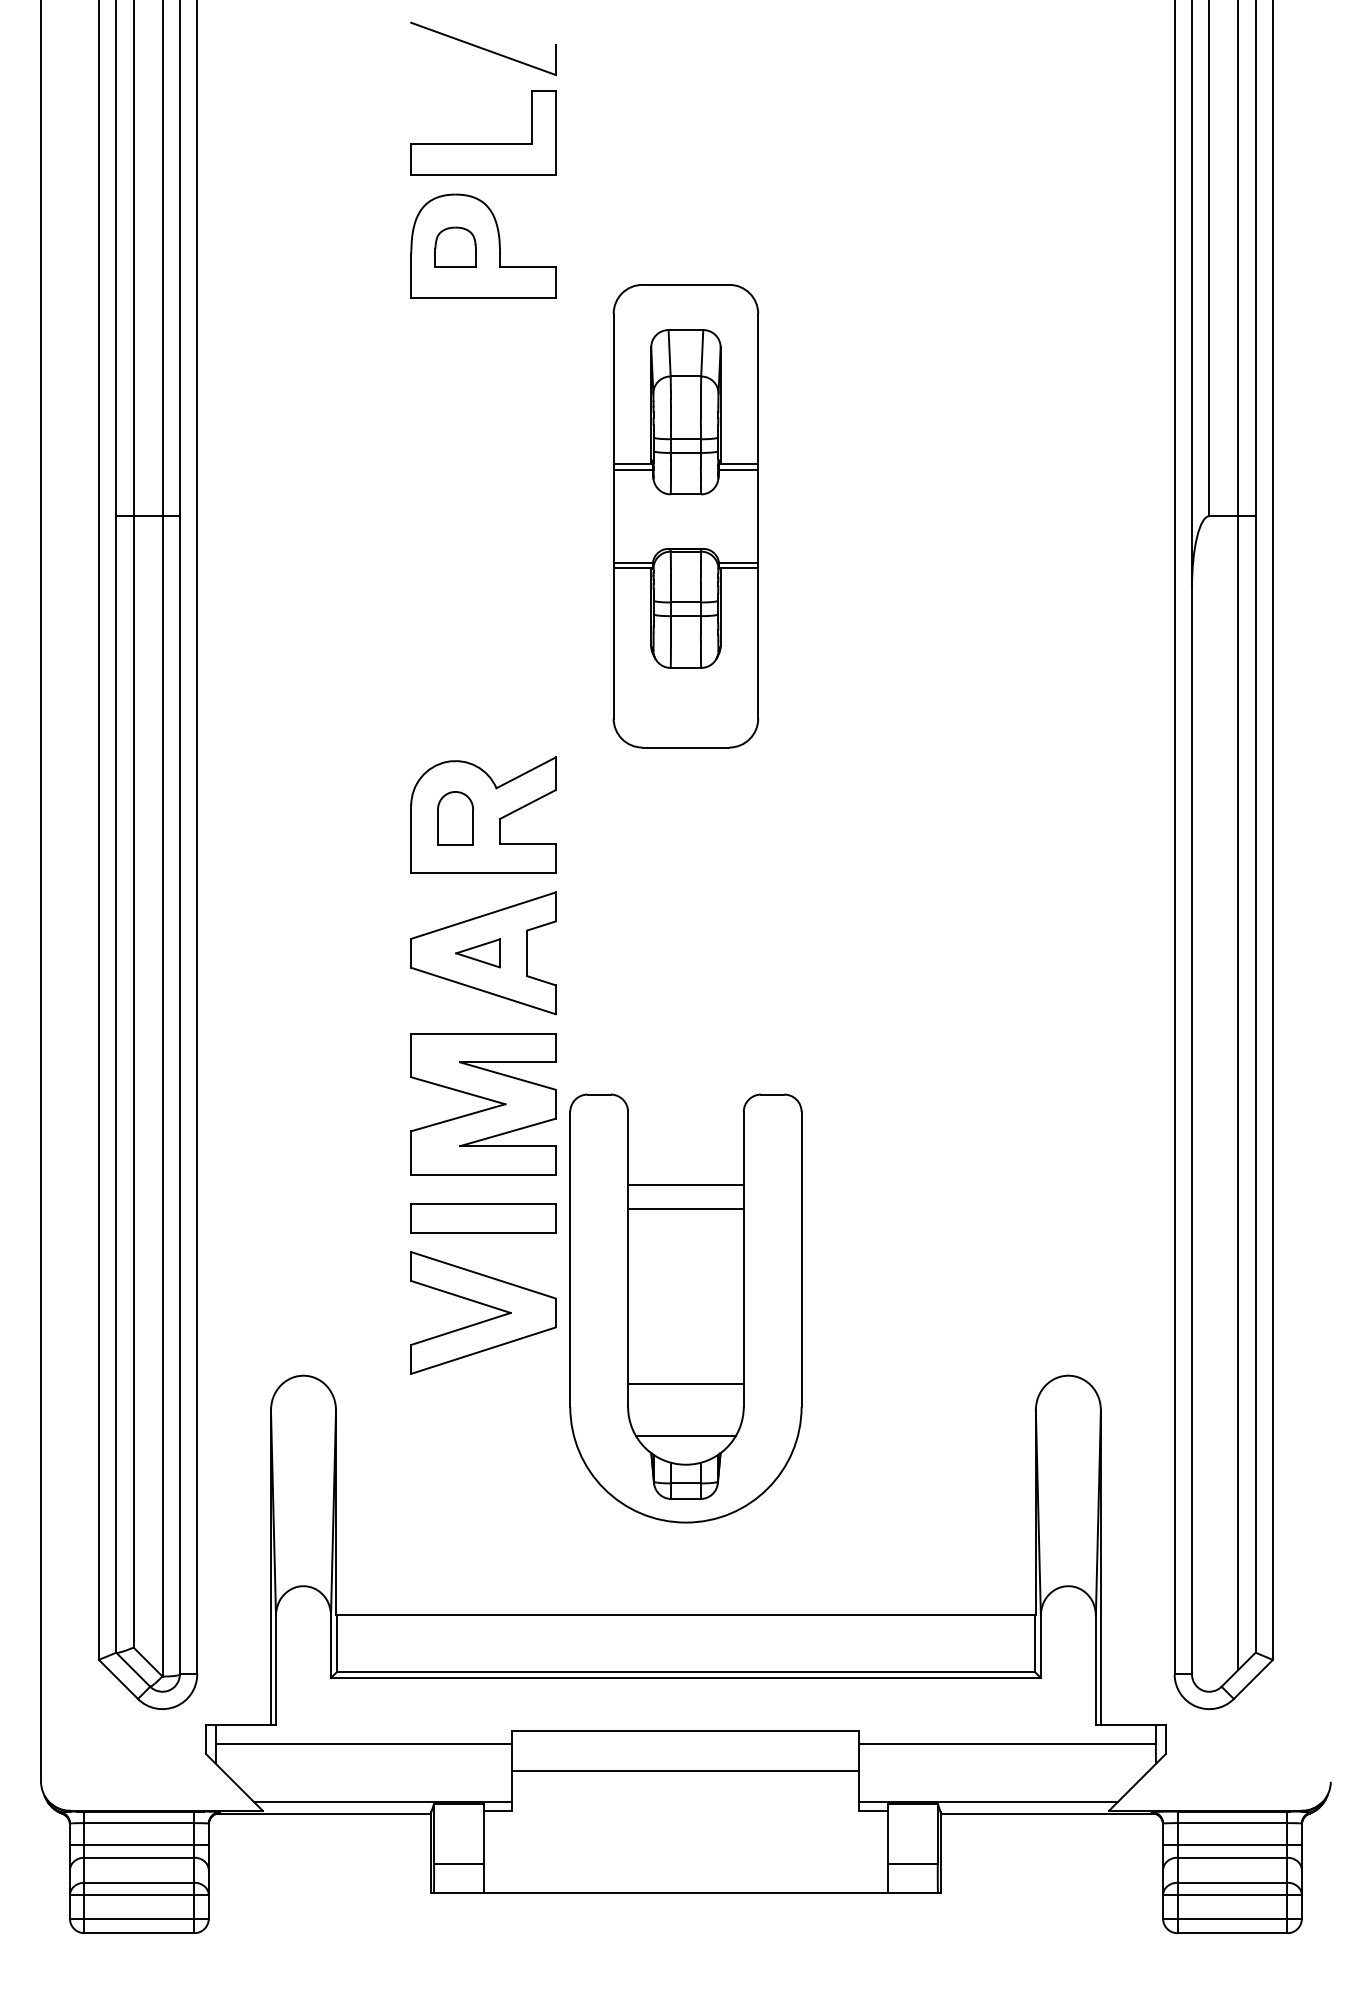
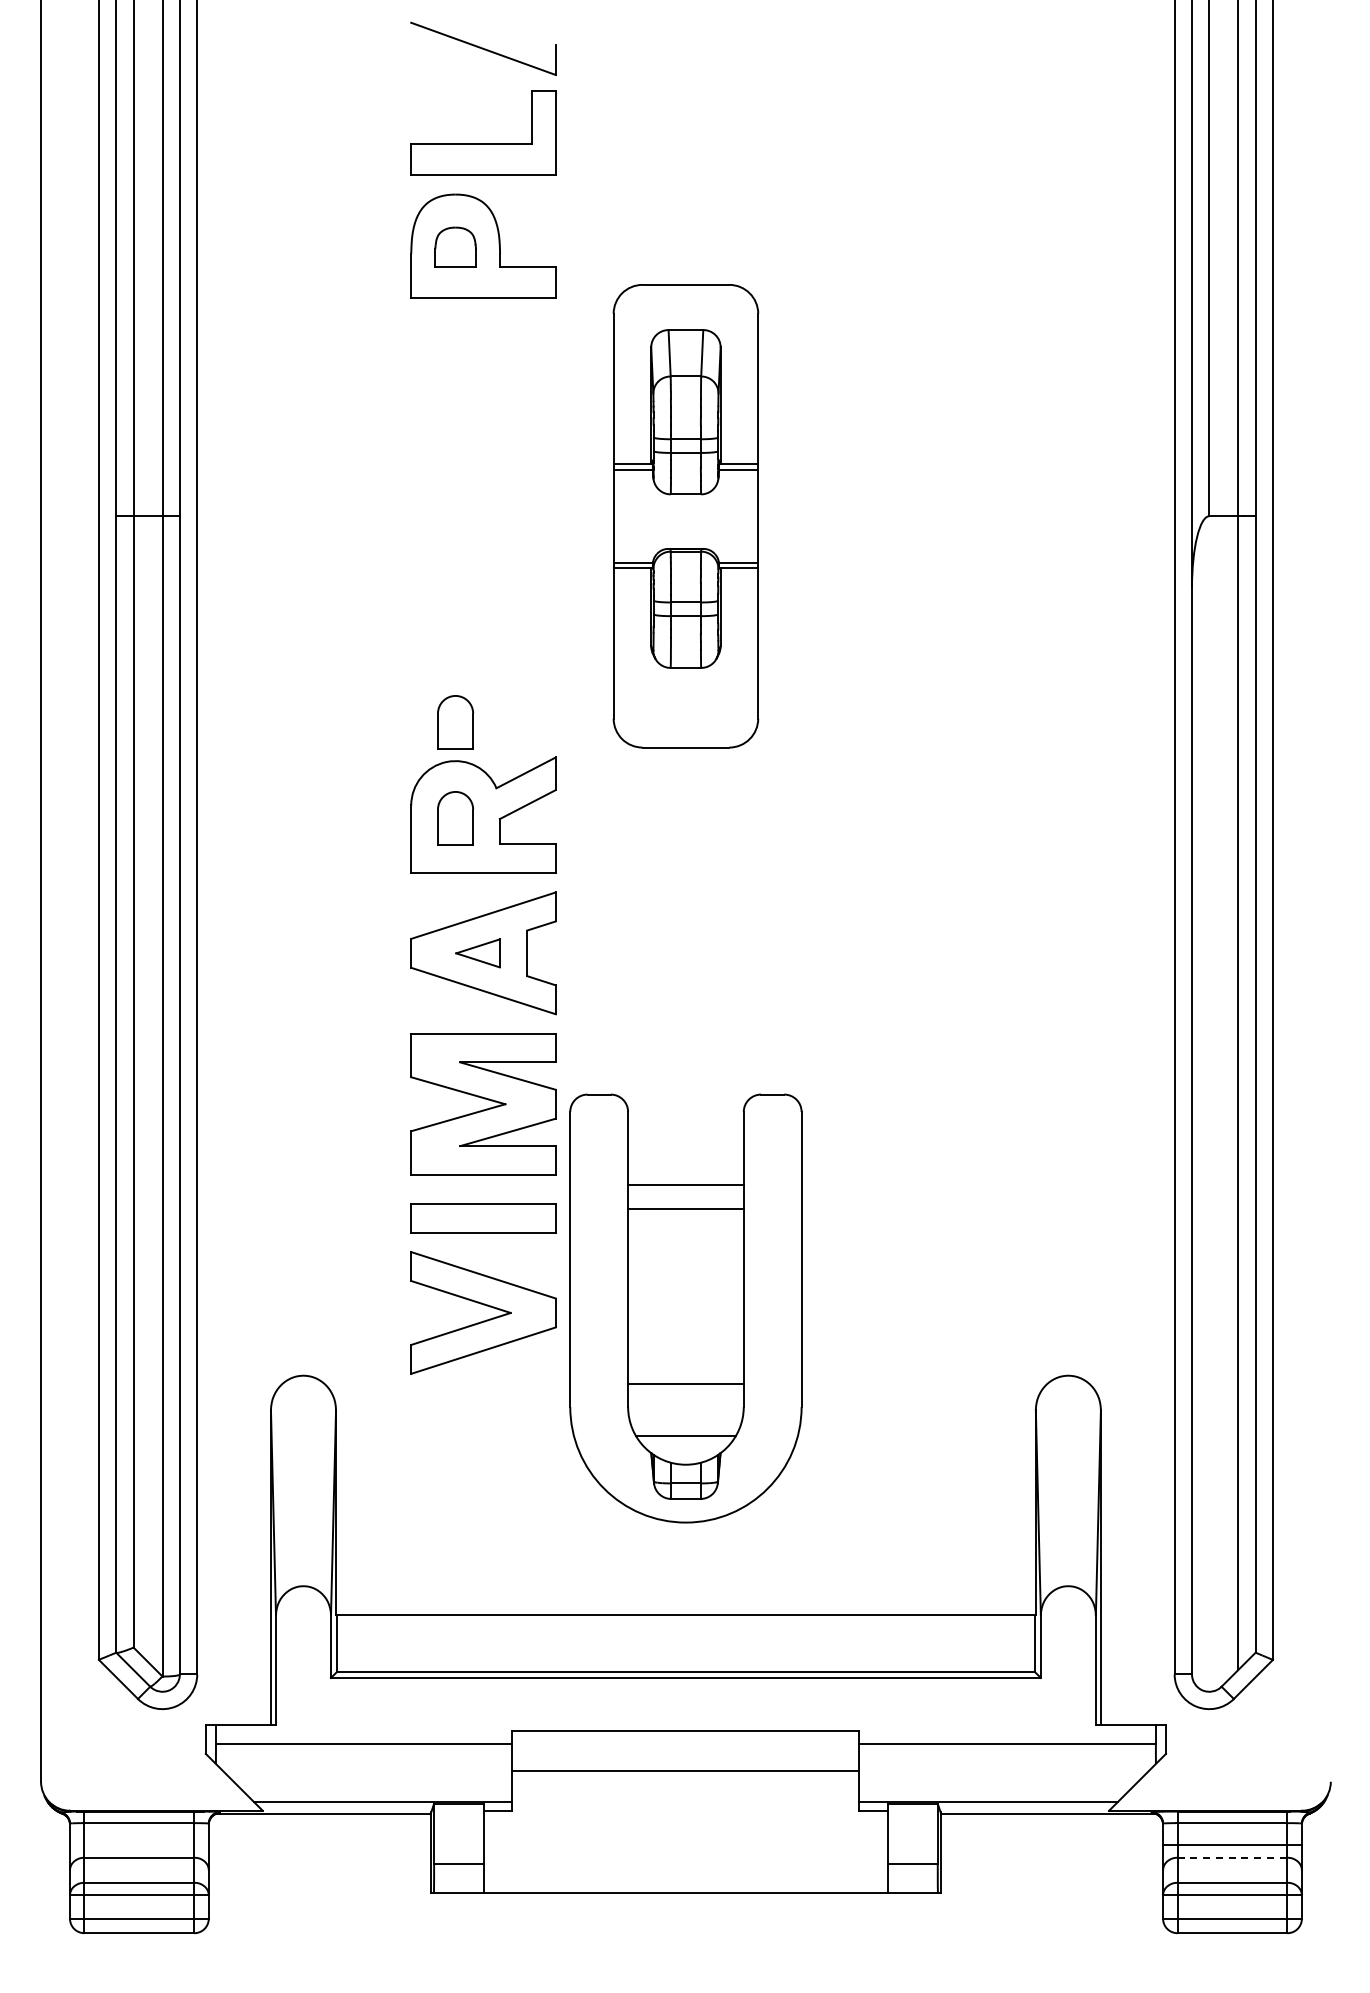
part at (455, 722): none -> present
line at (139, 1845): present -> none
line at (1232, 1857): solid -> dashed
